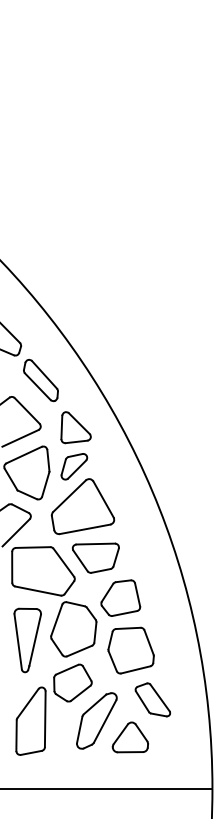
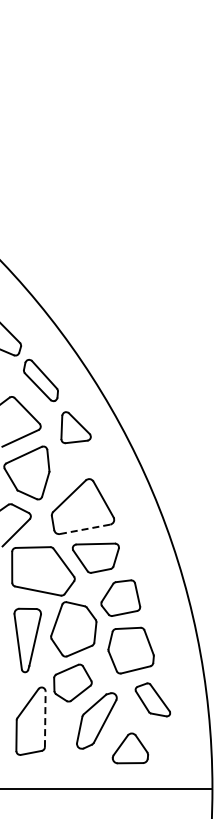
part at (74, 466): present -> none
line at (85, 529): solid -> dashed
line at (45, 719): solid -> dashed
part at (129, 737) position: (129, 737) -> (129, 748)
